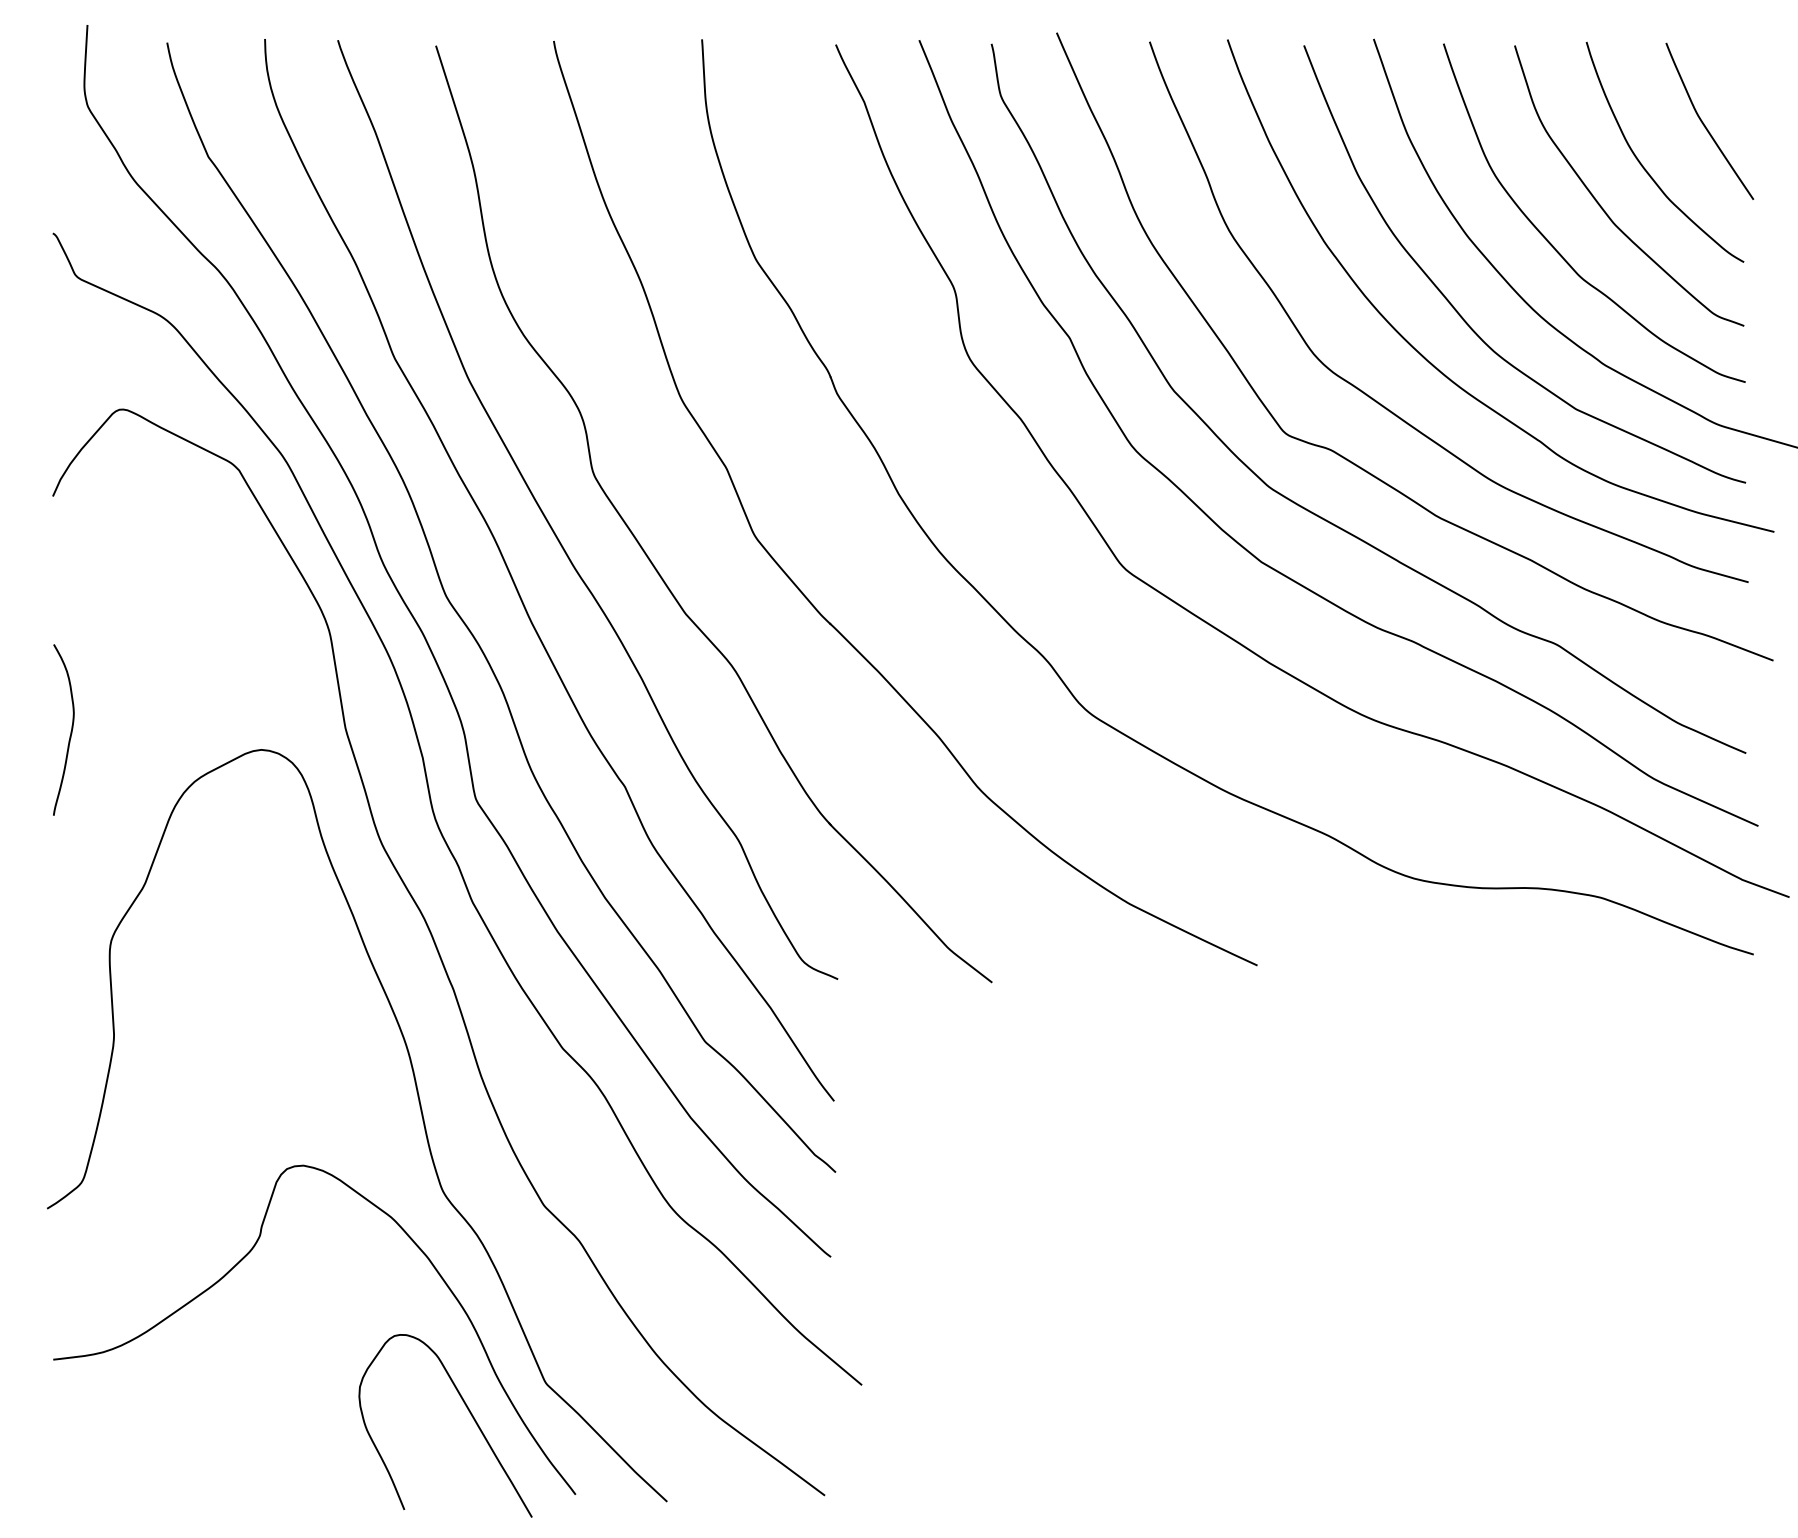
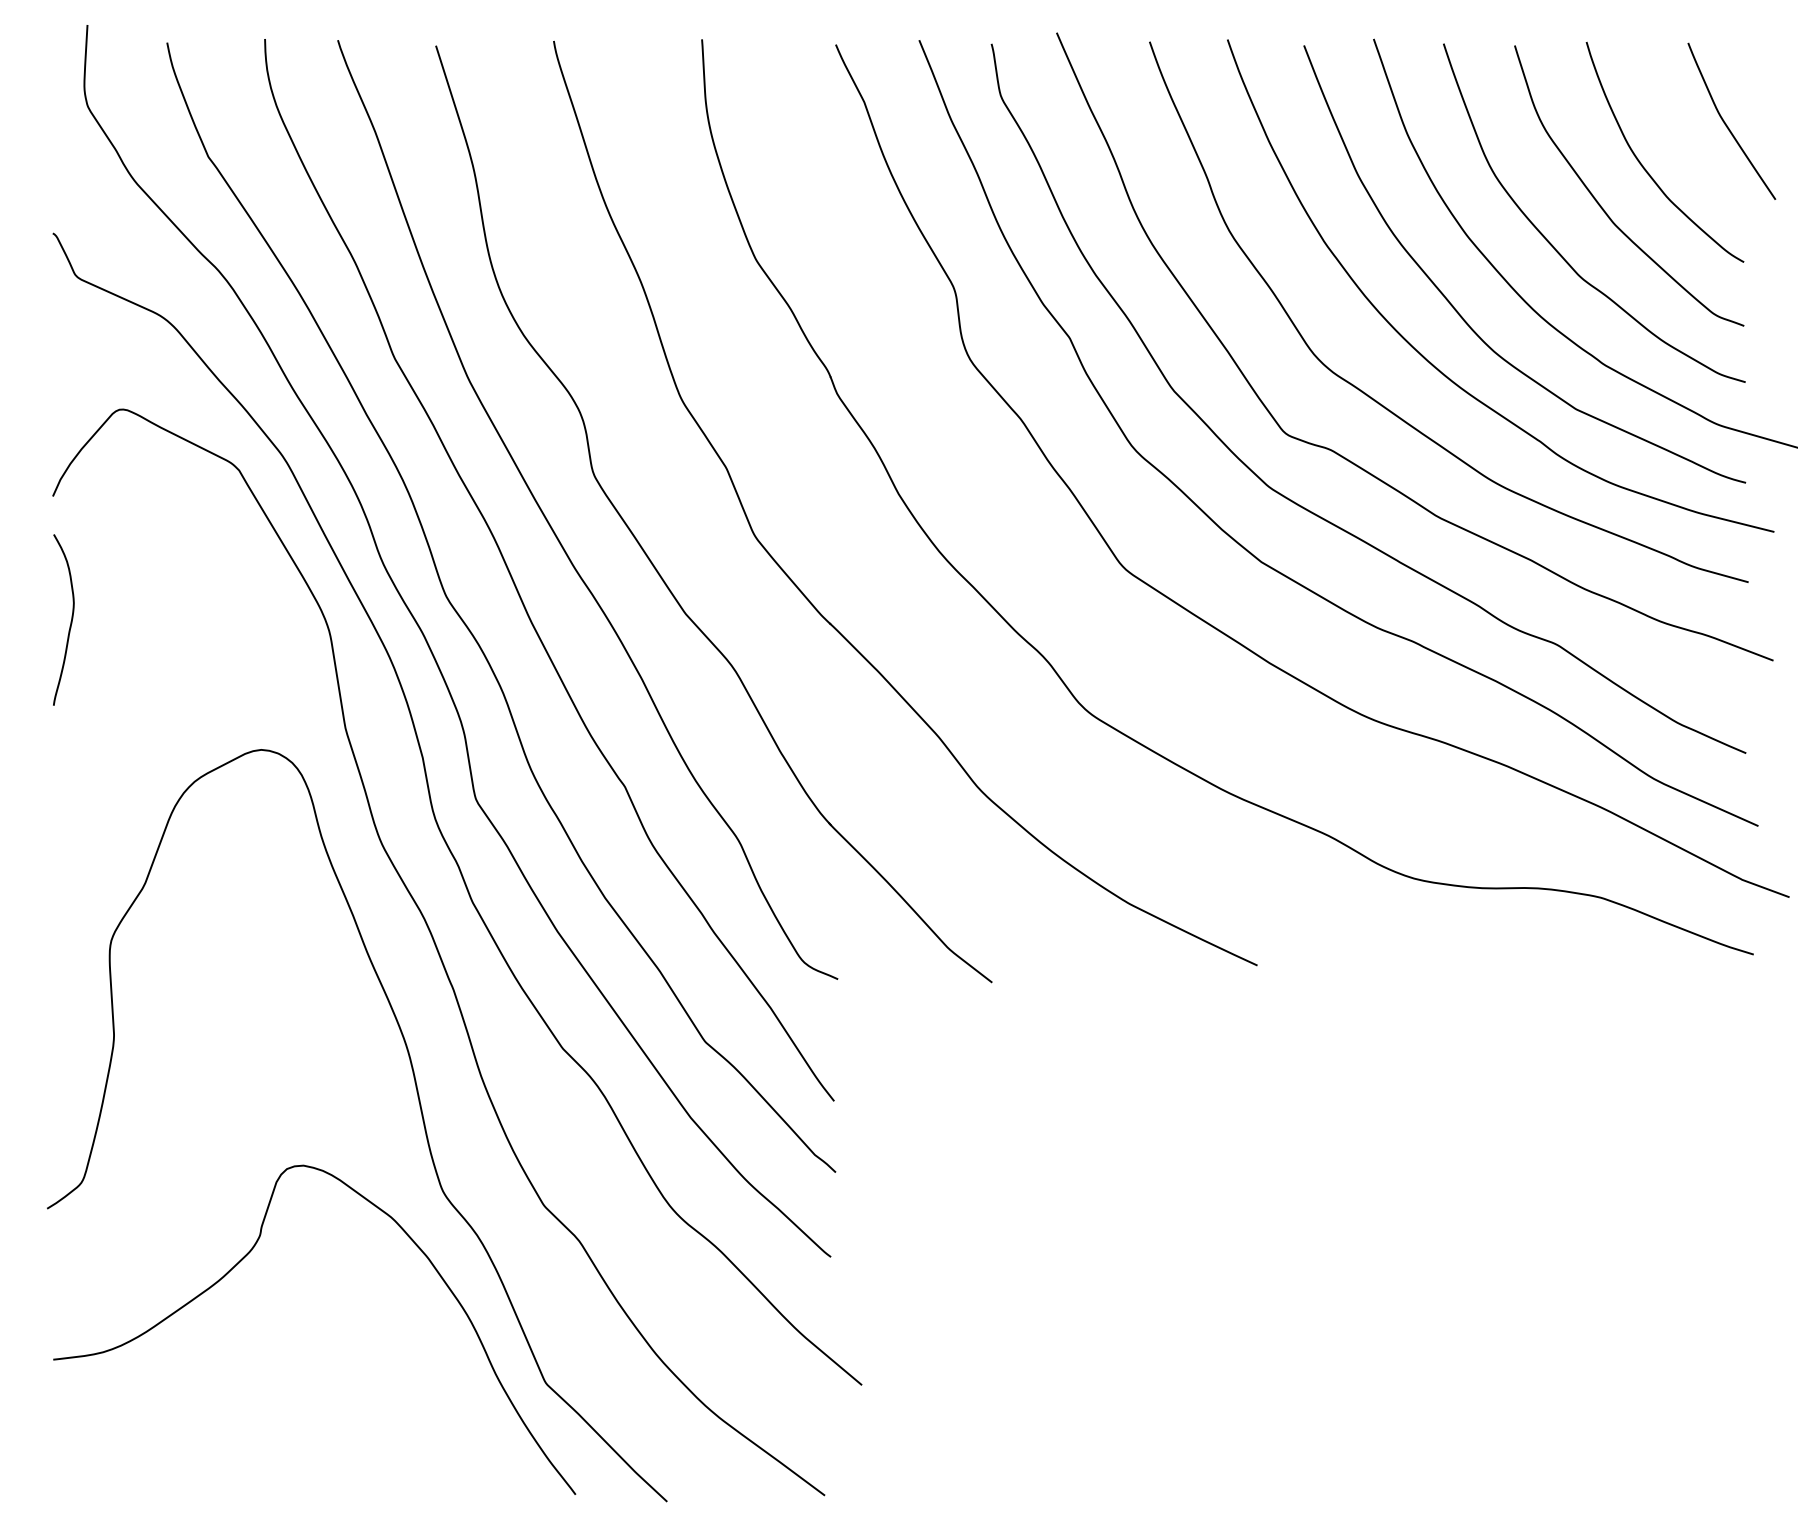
curve at (1704, 123) position: (1704, 123) -> (1726, 123)
curve at (70, 731) position: (70, 731) -> (70, 621)
curve at (468, 1411): present -> none
